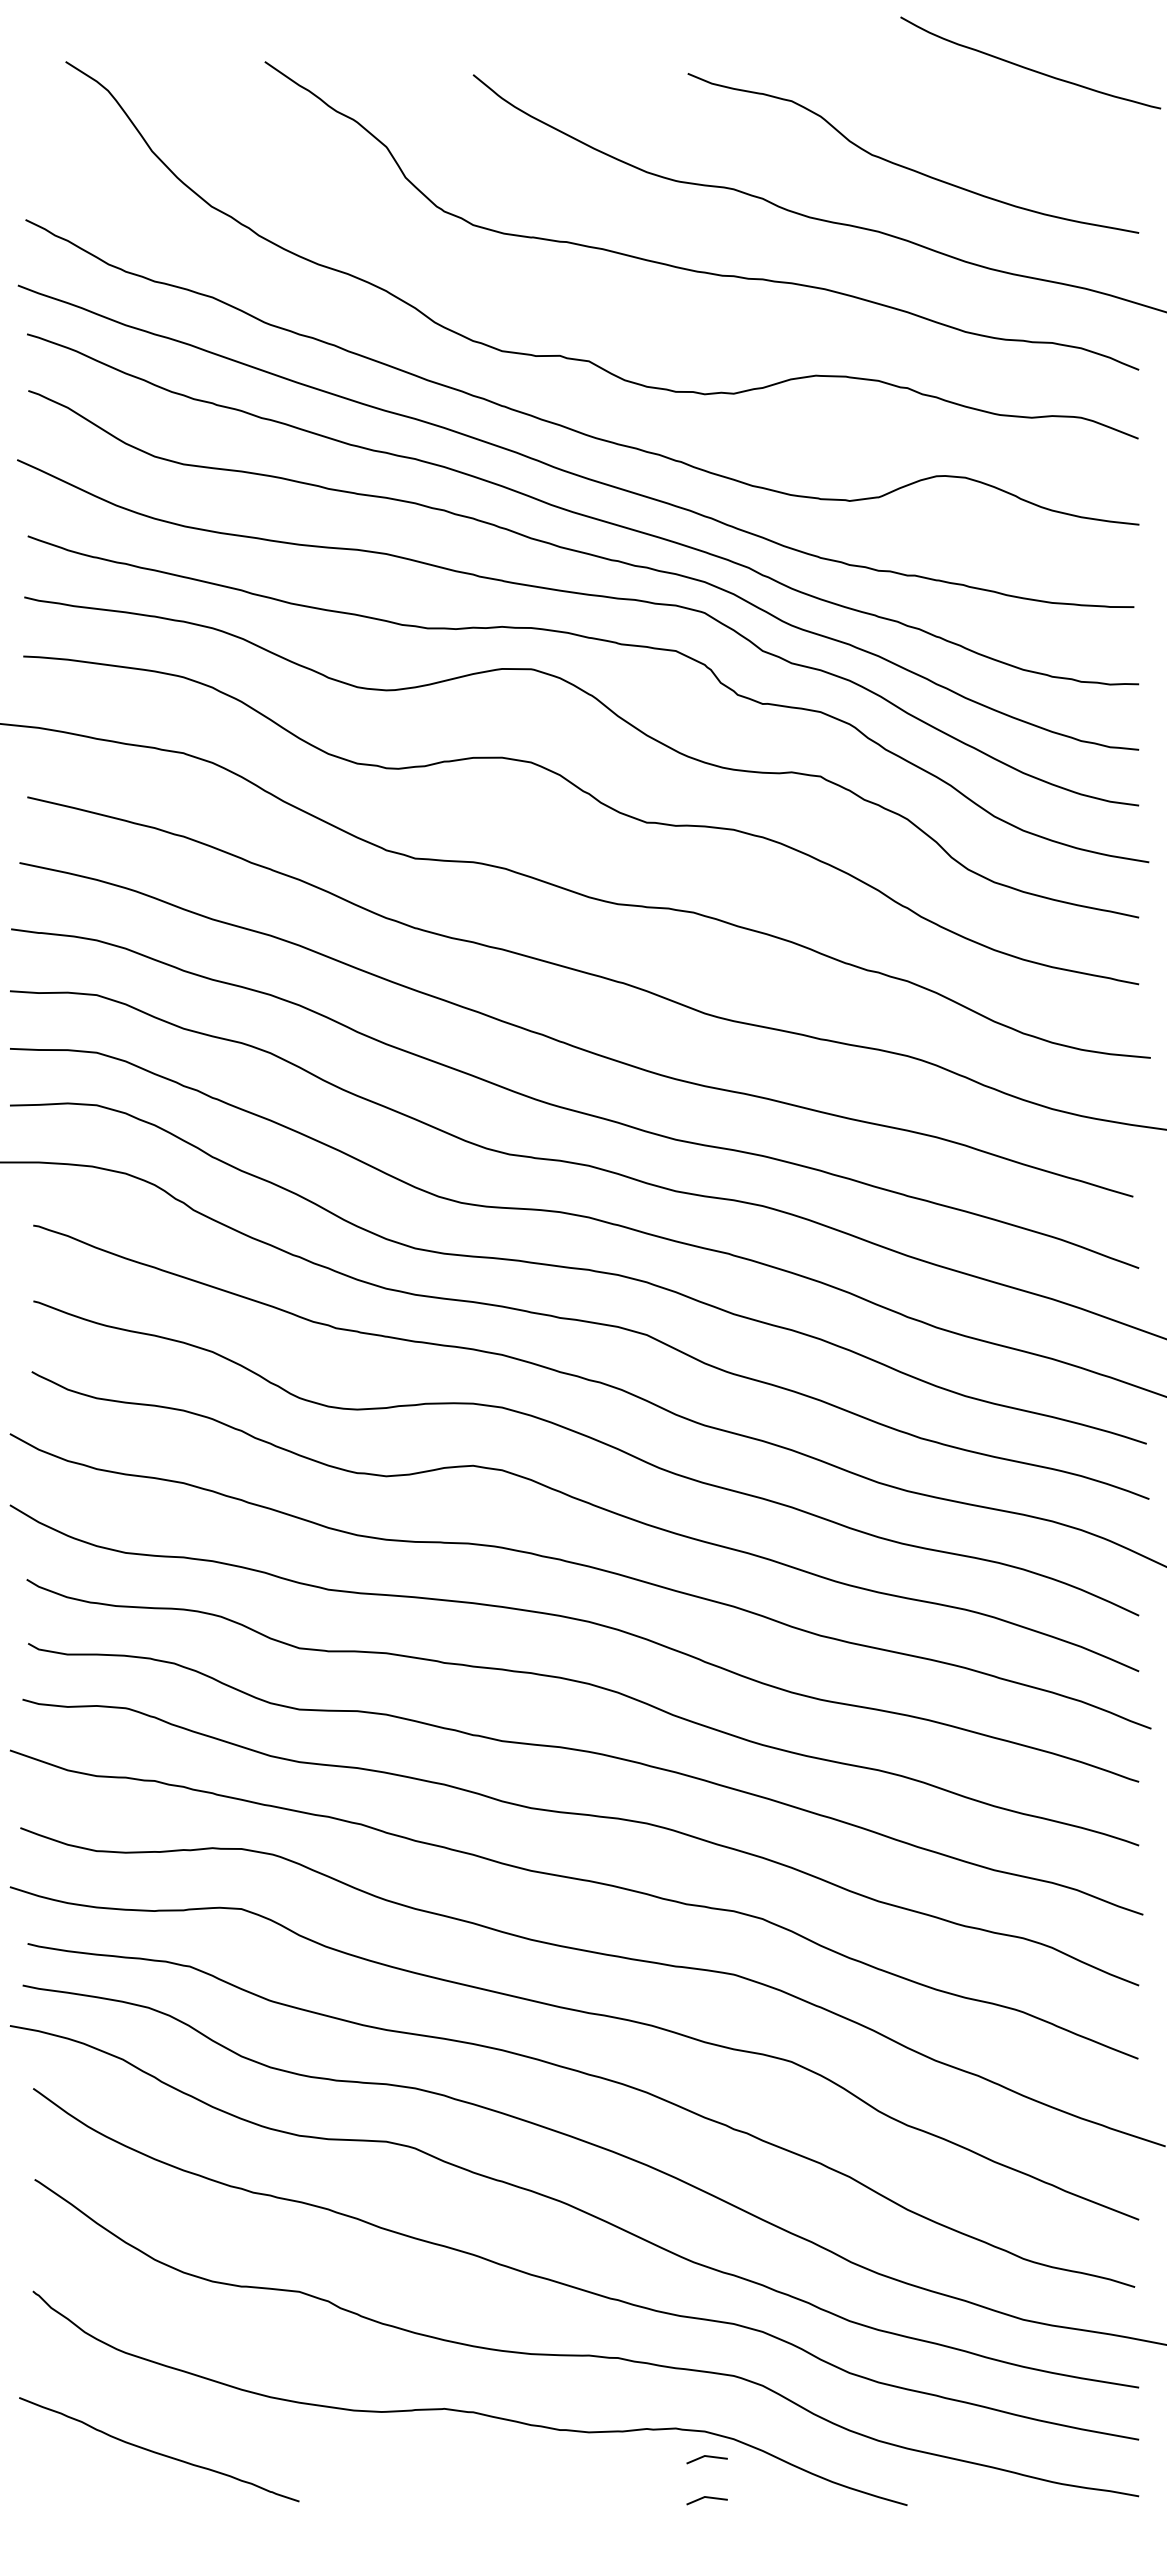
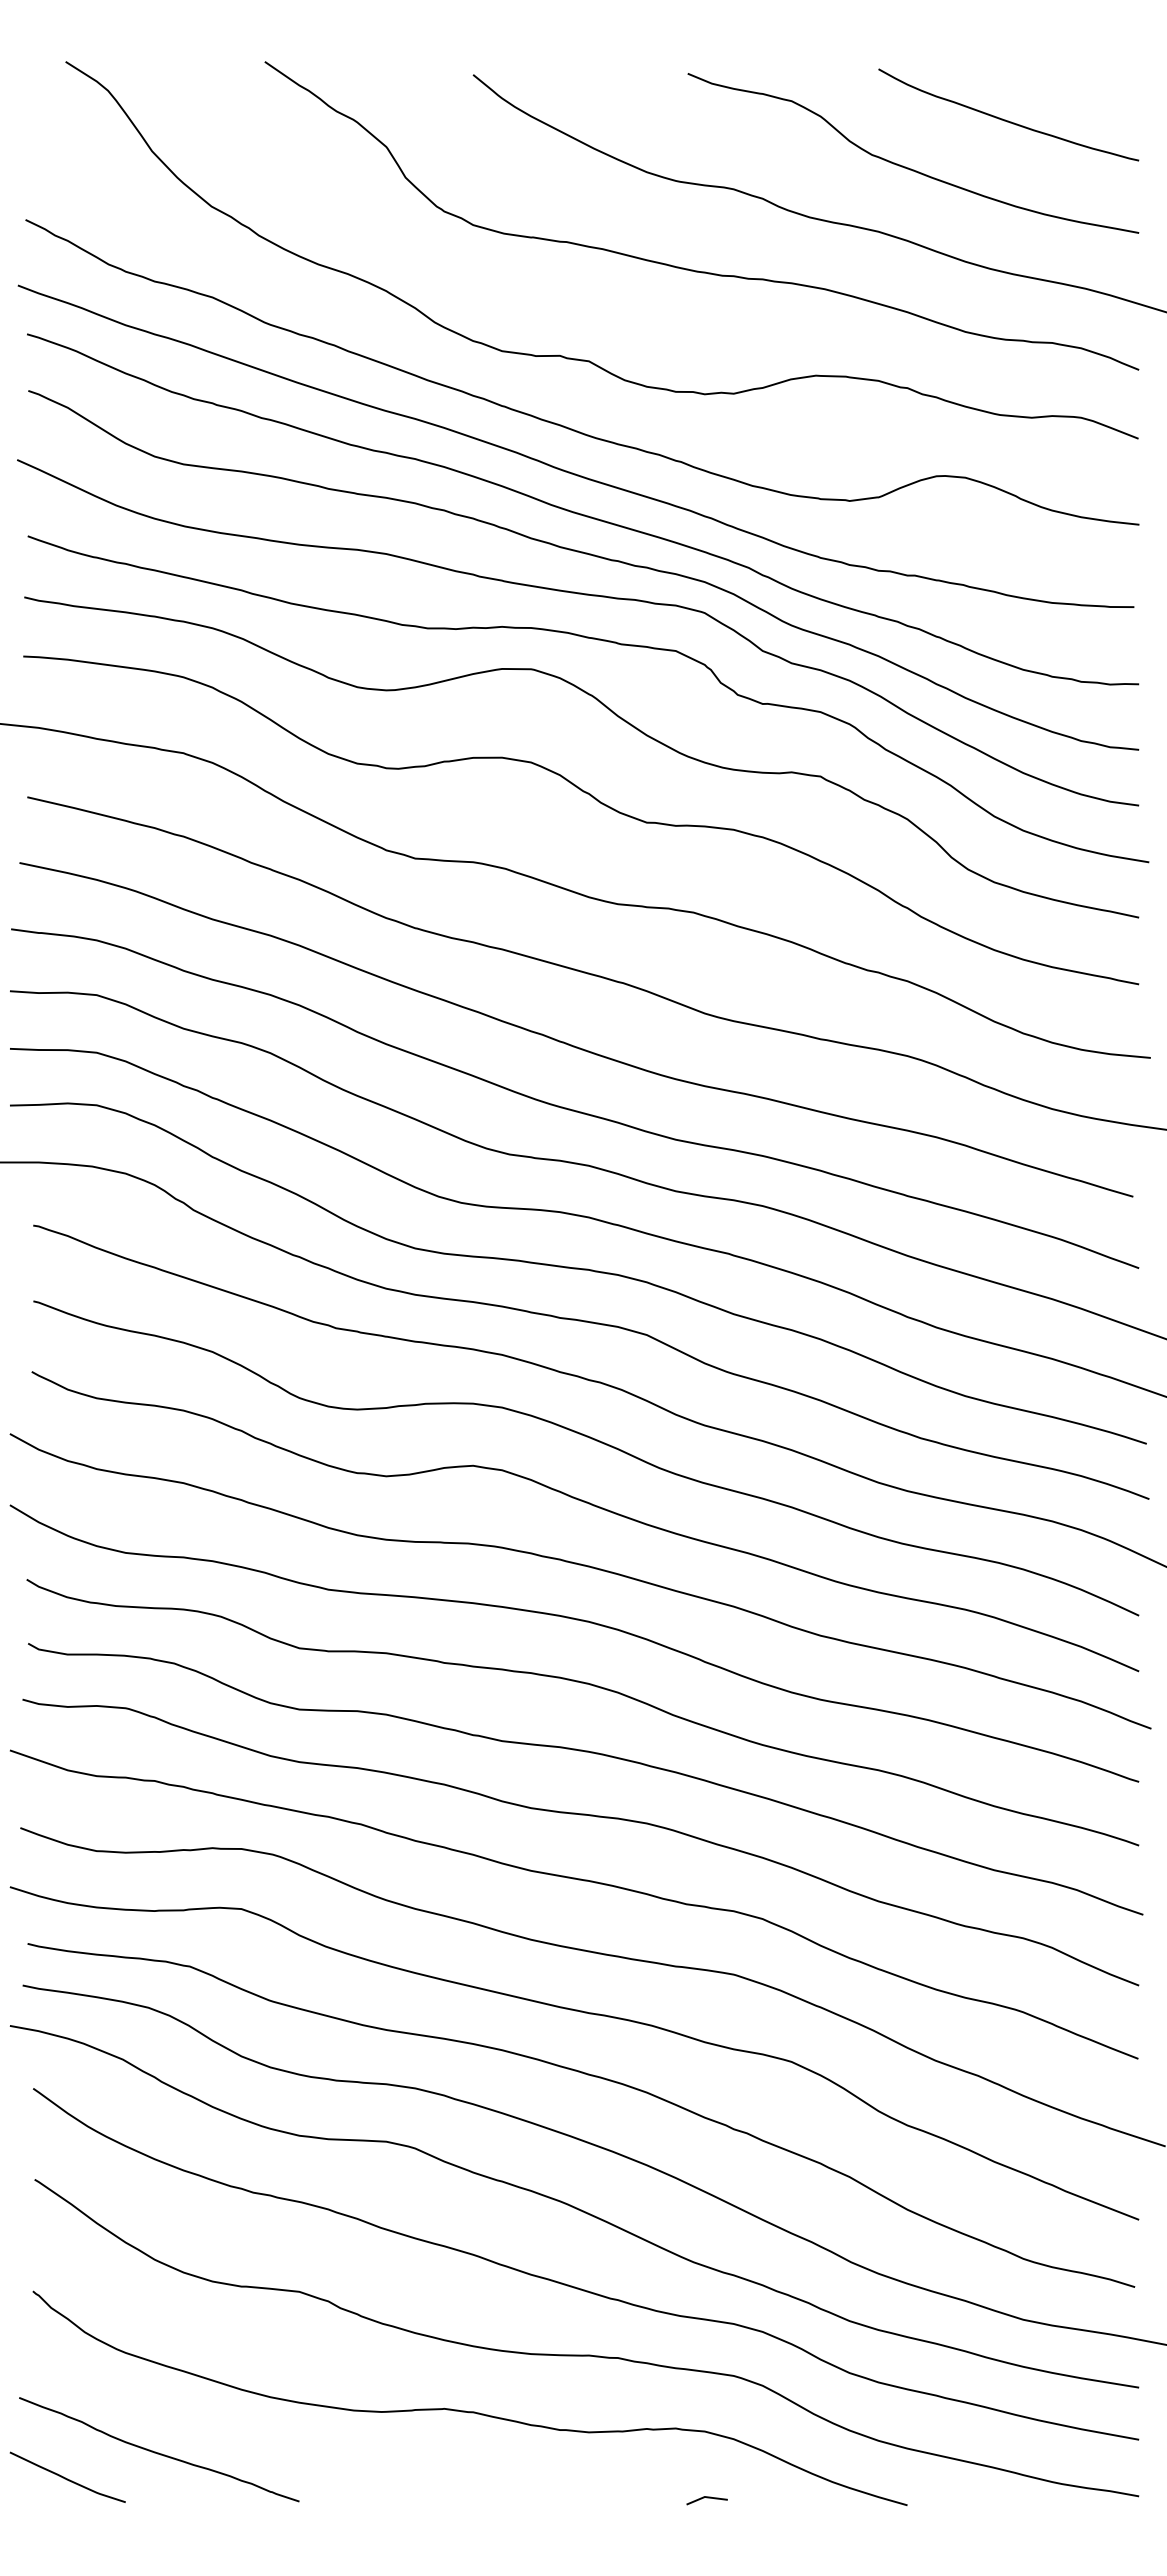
curve at (1027, 67) position: (1027, 67) -> (1005, 119)
line at (706, 2457): present -> none
curve at (67, 2478): none -> present
